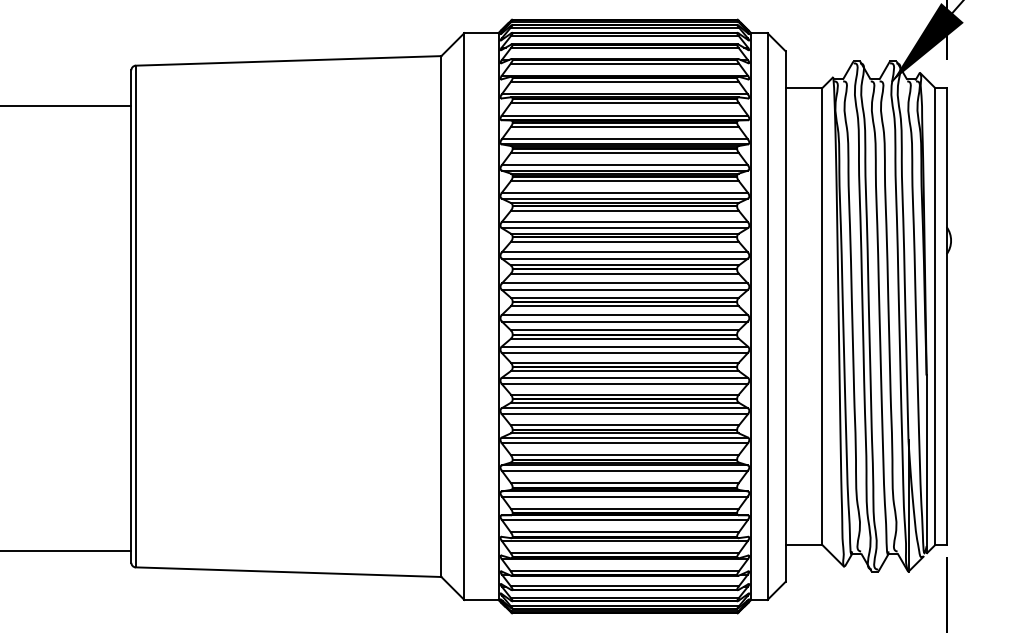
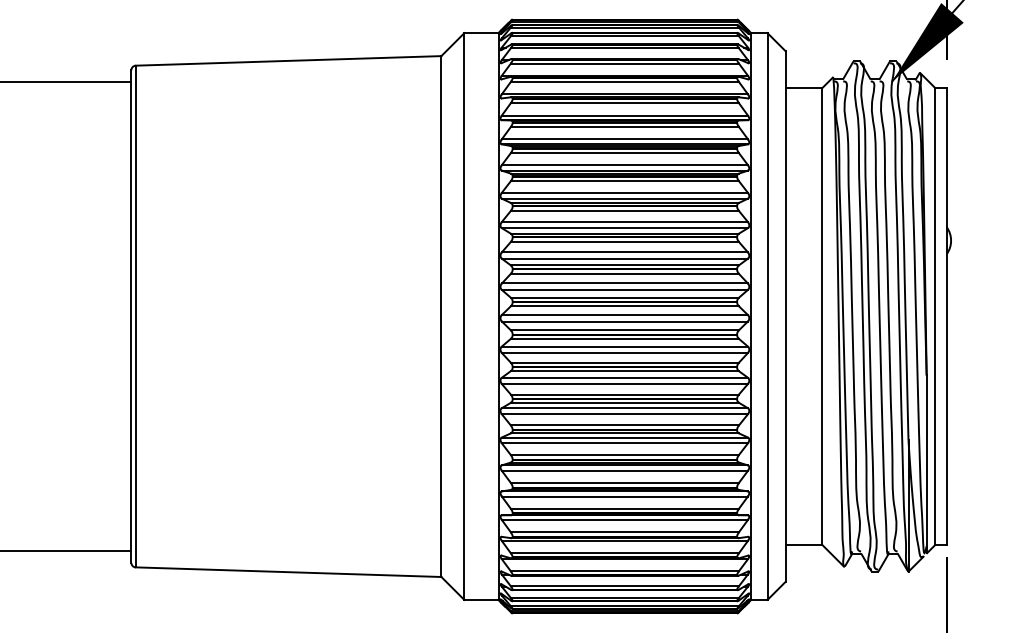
line at (66, 106) position: (66, 106) -> (66, 82)
